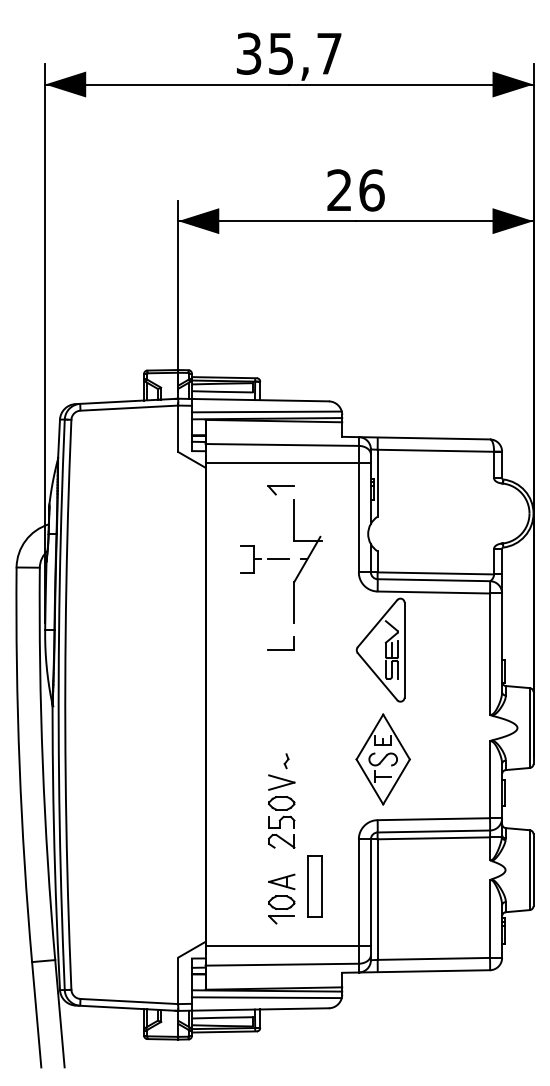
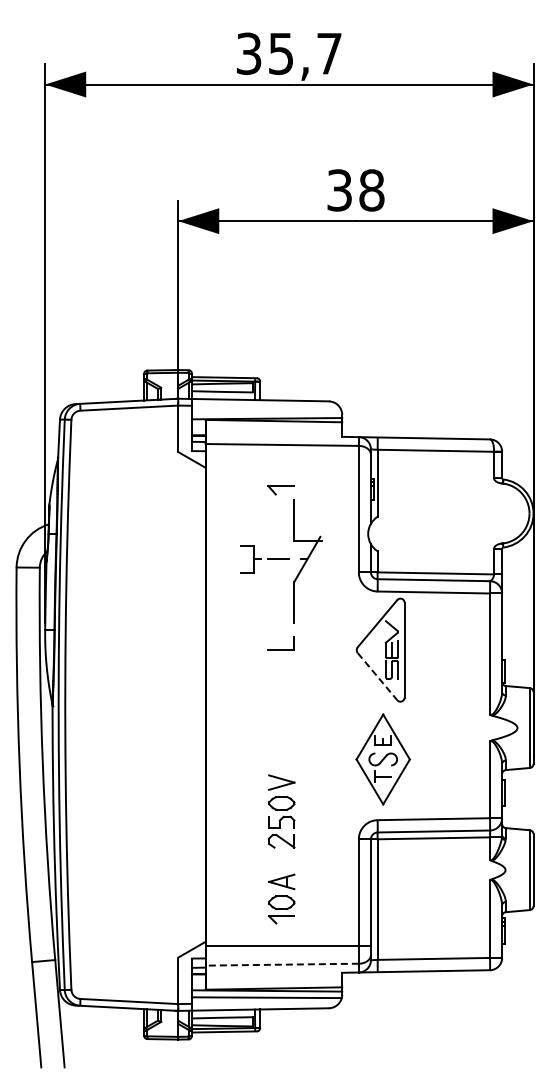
text at (355, 190): 26 -> 38
line at (266, 411): present -> none
line at (287, 463): present -> none
line at (377, 676): solid -> dashed
part at (286, 761): present -> none
part at (314, 886): present -> none
line at (282, 964): solid -> dashed
